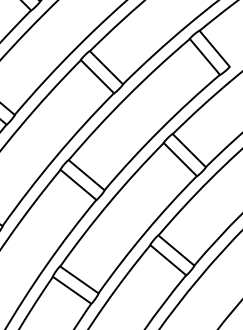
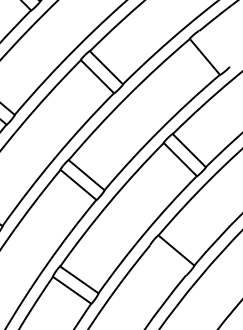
line at (214, 48): present -> none
line at (168, 260): present -> none
